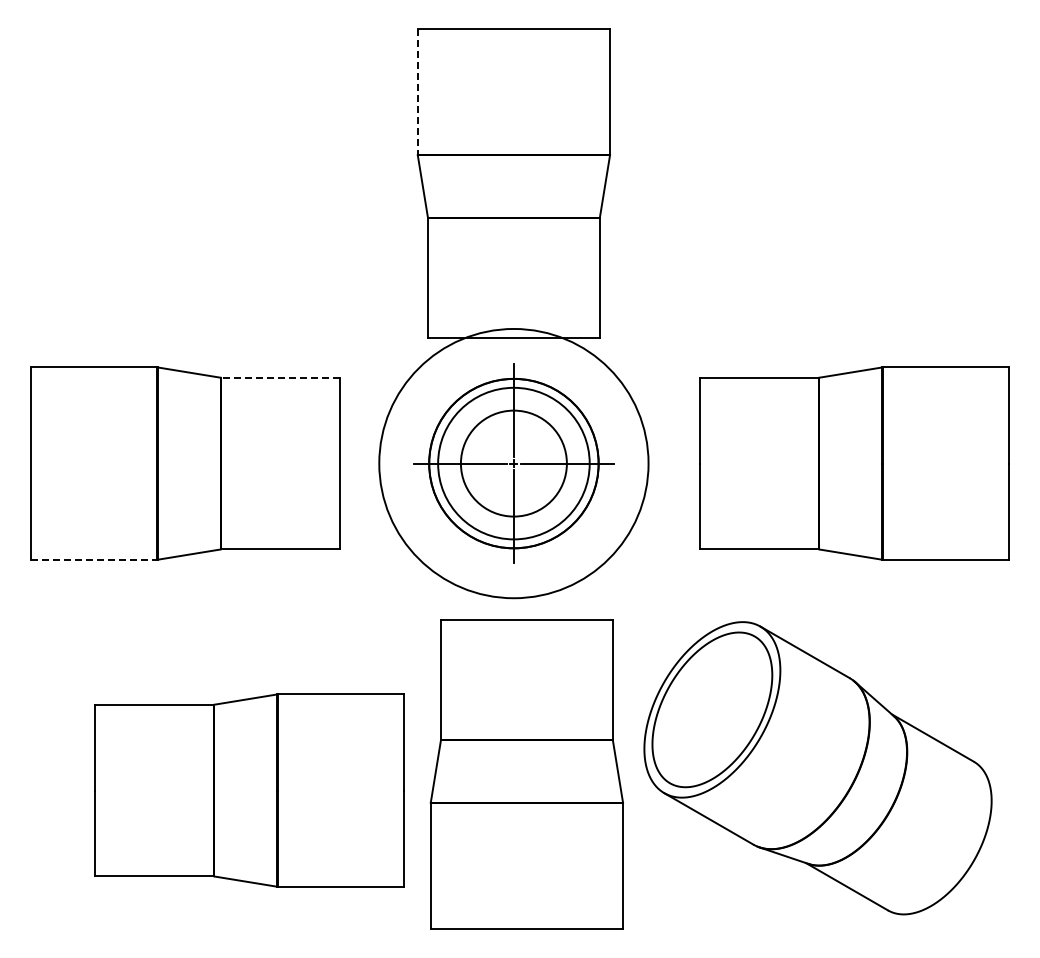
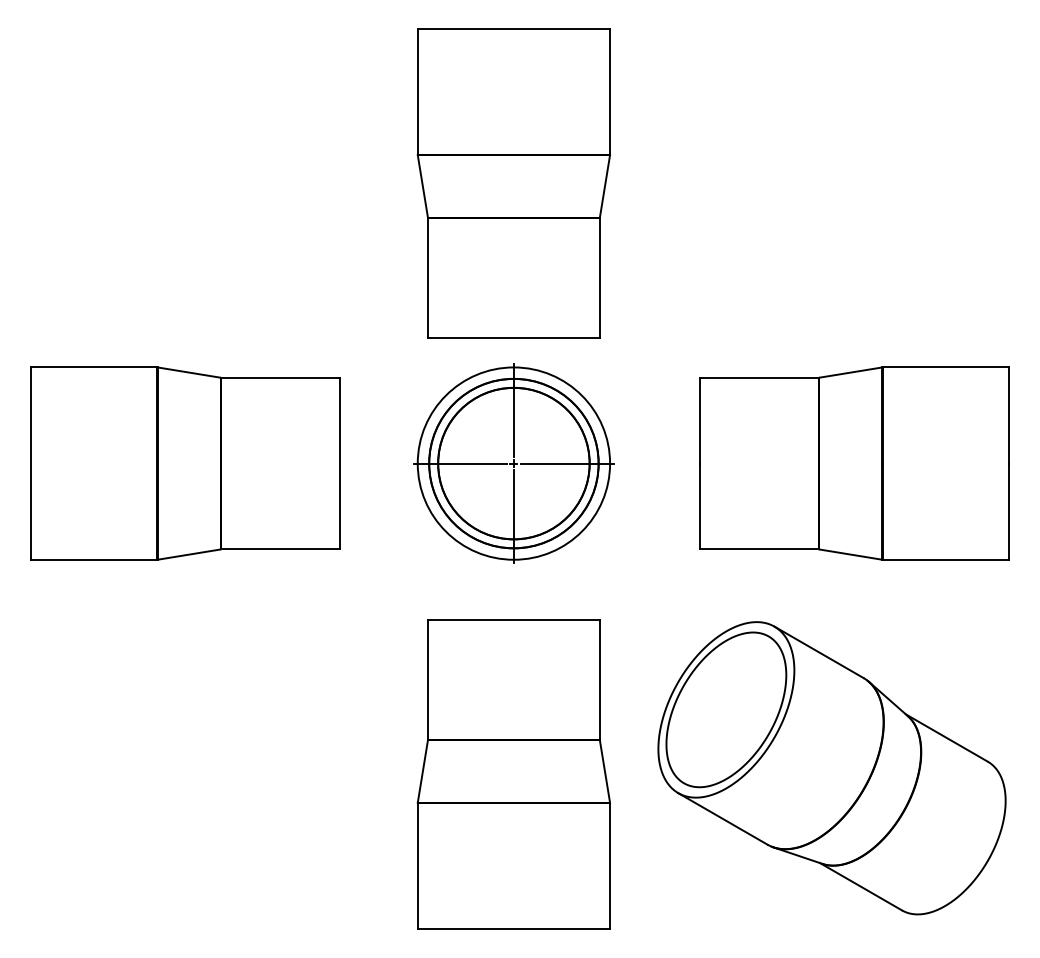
line at (417, 92): dashed -> solid
line at (280, 377): dashed -> solid
circle at (513, 463) diameter: 106 px -> 151 px
circle at (513, 463) diameter: 269 px -> 192 px
line at (94, 559): dashed -> solid
part at (817, 768) position: (817, 768) -> (831, 768)
part at (526, 774) position: (526, 774) -> (513, 774)
part at (249, 790): present -> none
